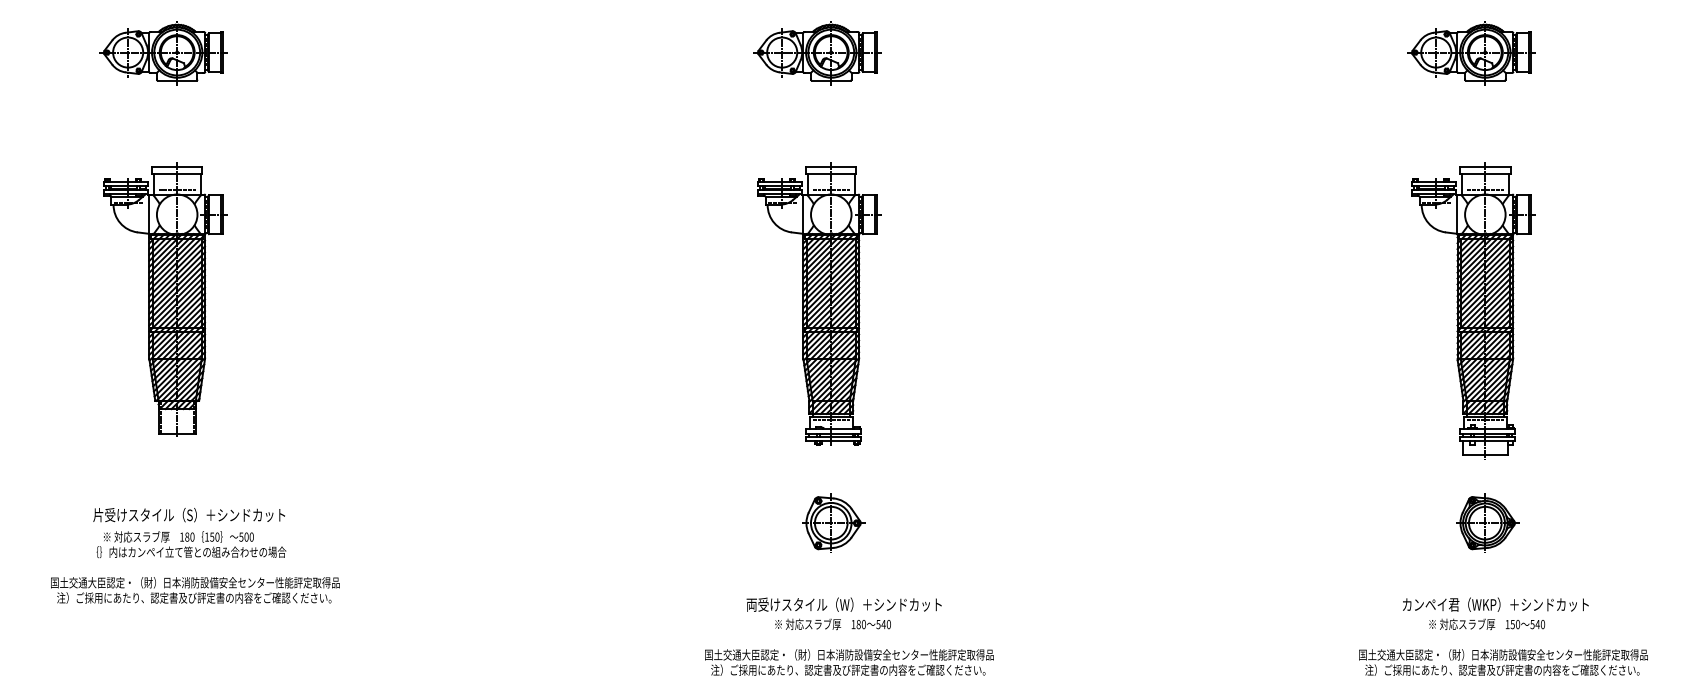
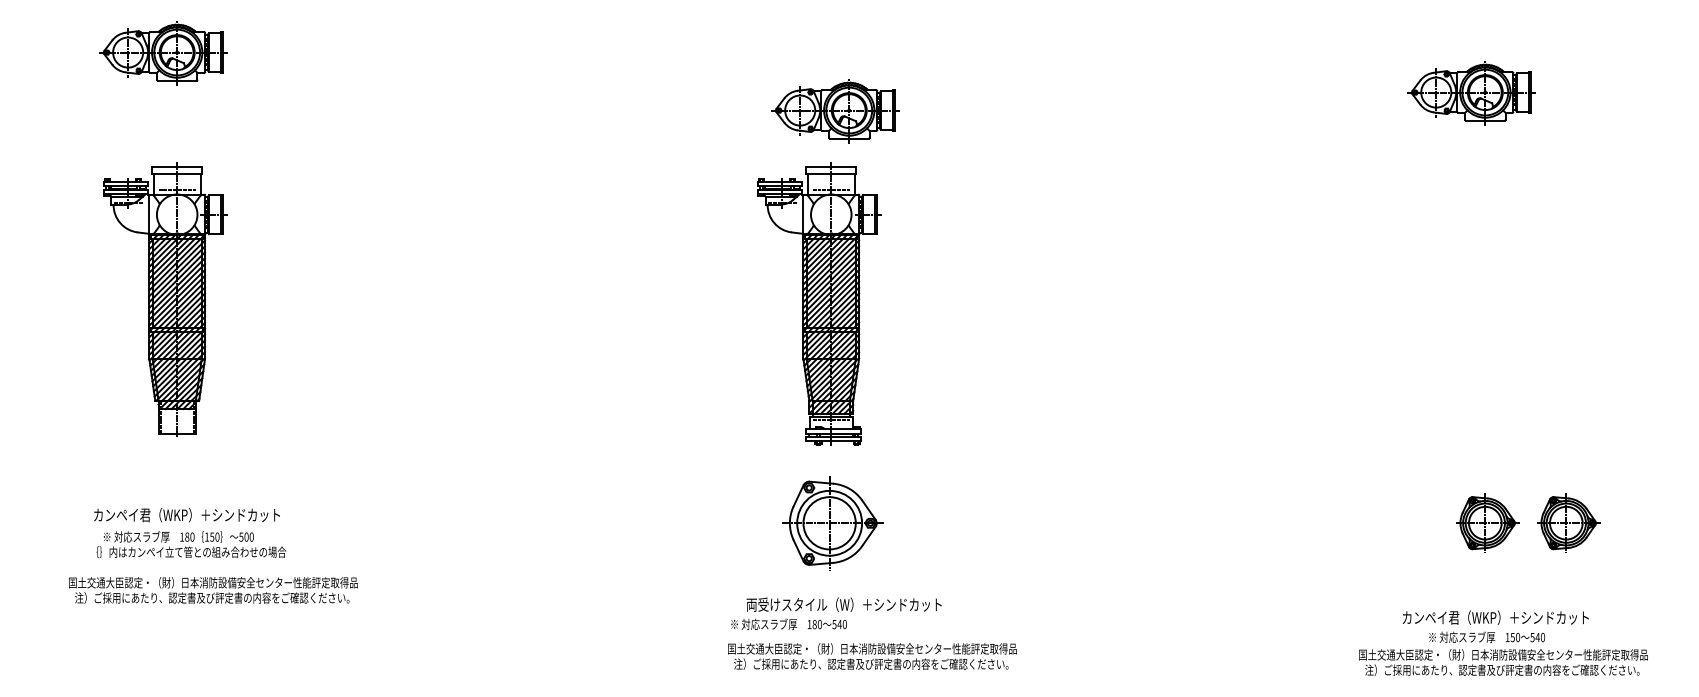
part at (817, 53) position: (817, 53) -> (835, 111)
part at (1471, 53) position: (1471, 53) -> (1471, 93)
part at (1473, 310): present -> none
text at (188, 514): 片受けスタイル（S）＋シンドカット -> カンペイ君（WKP）＋シンドカット
part at (833, 522) size: 64x60 px -> 102x95 px
part at (1568, 522): none -> present
text at (195, 590) position: (195, 590) -> (213, 590)
text at (1495, 613) position: (1495, 613) -> (1495, 626)
text at (832, 624) position: (832, 624) -> (788, 624)
text at (849, 662) position: (849, 662) -> (872, 656)
